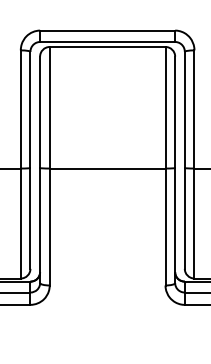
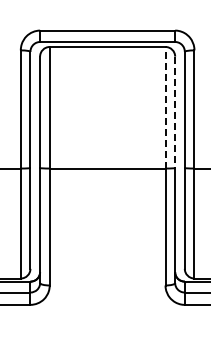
line at (165, 107): solid -> dashed
line at (175, 112): solid -> dashed
